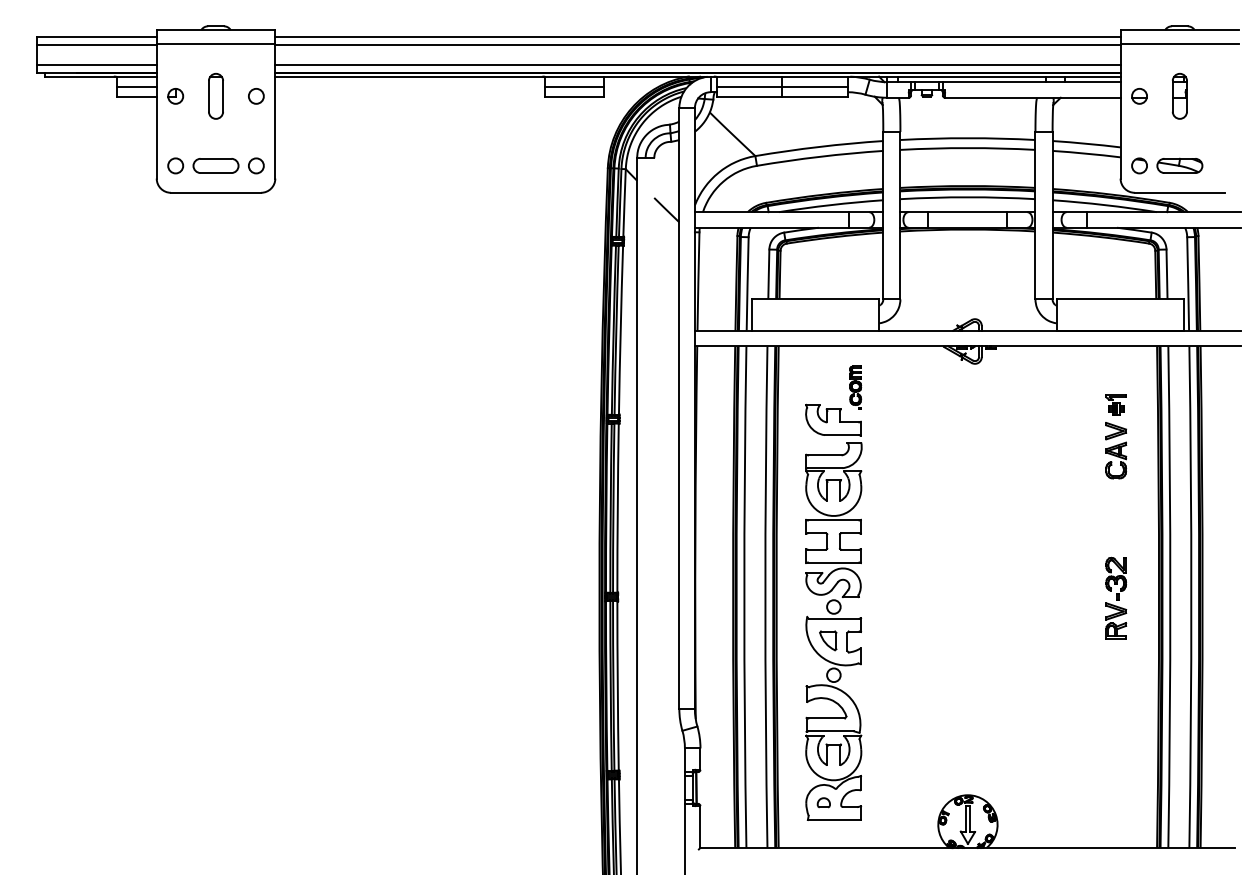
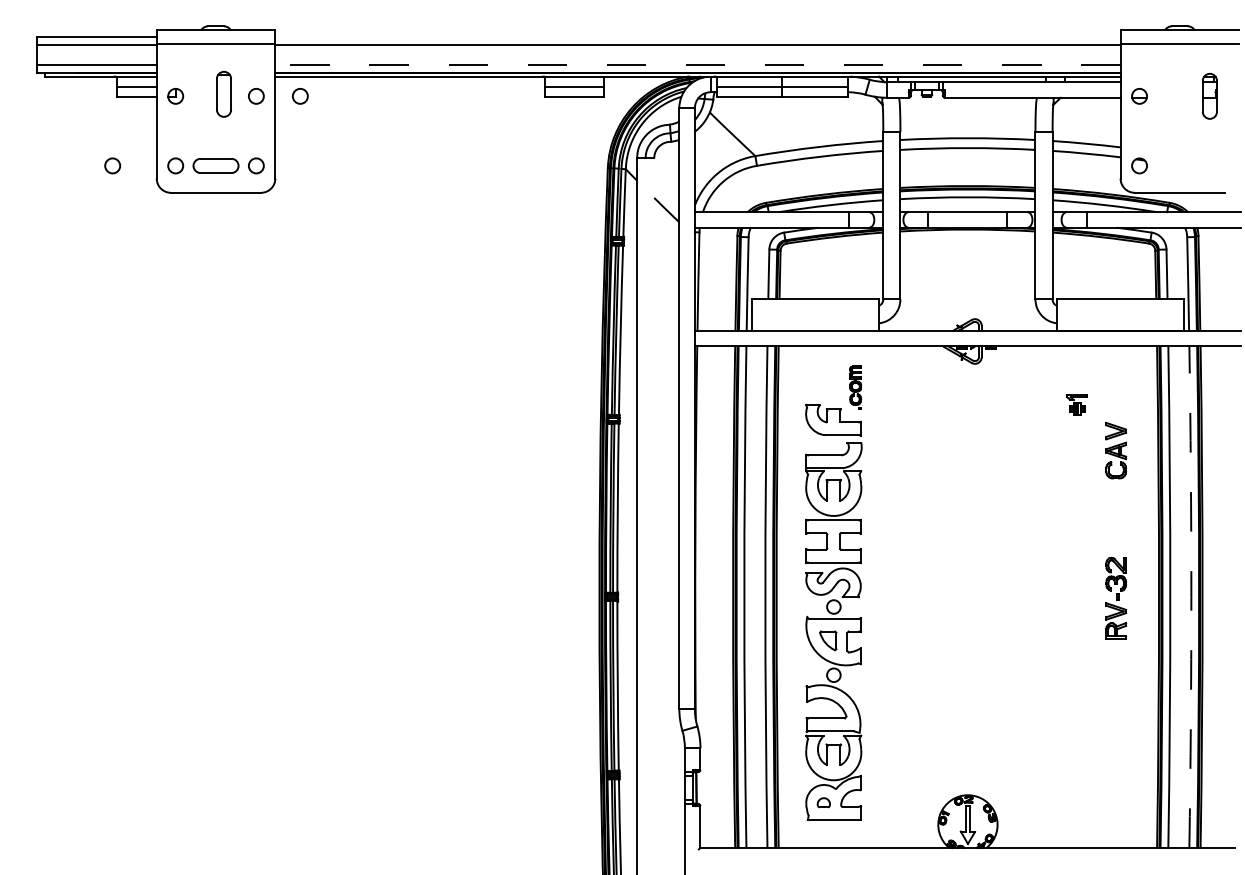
line at (697, 37): present -> none
line at (697, 64): solid -> dashed
part at (215, 96) position: (215, 96) -> (223, 94)
circle at (300, 96): none -> present
part at (1179, 96) position: (1179, 96) -> (1209, 96)
circle at (112, 165): none -> present
part at (1179, 165): present -> none
part at (1115, 404) position: (1115, 404) -> (1076, 404)
arc at (1191, 597): solid -> dashed
